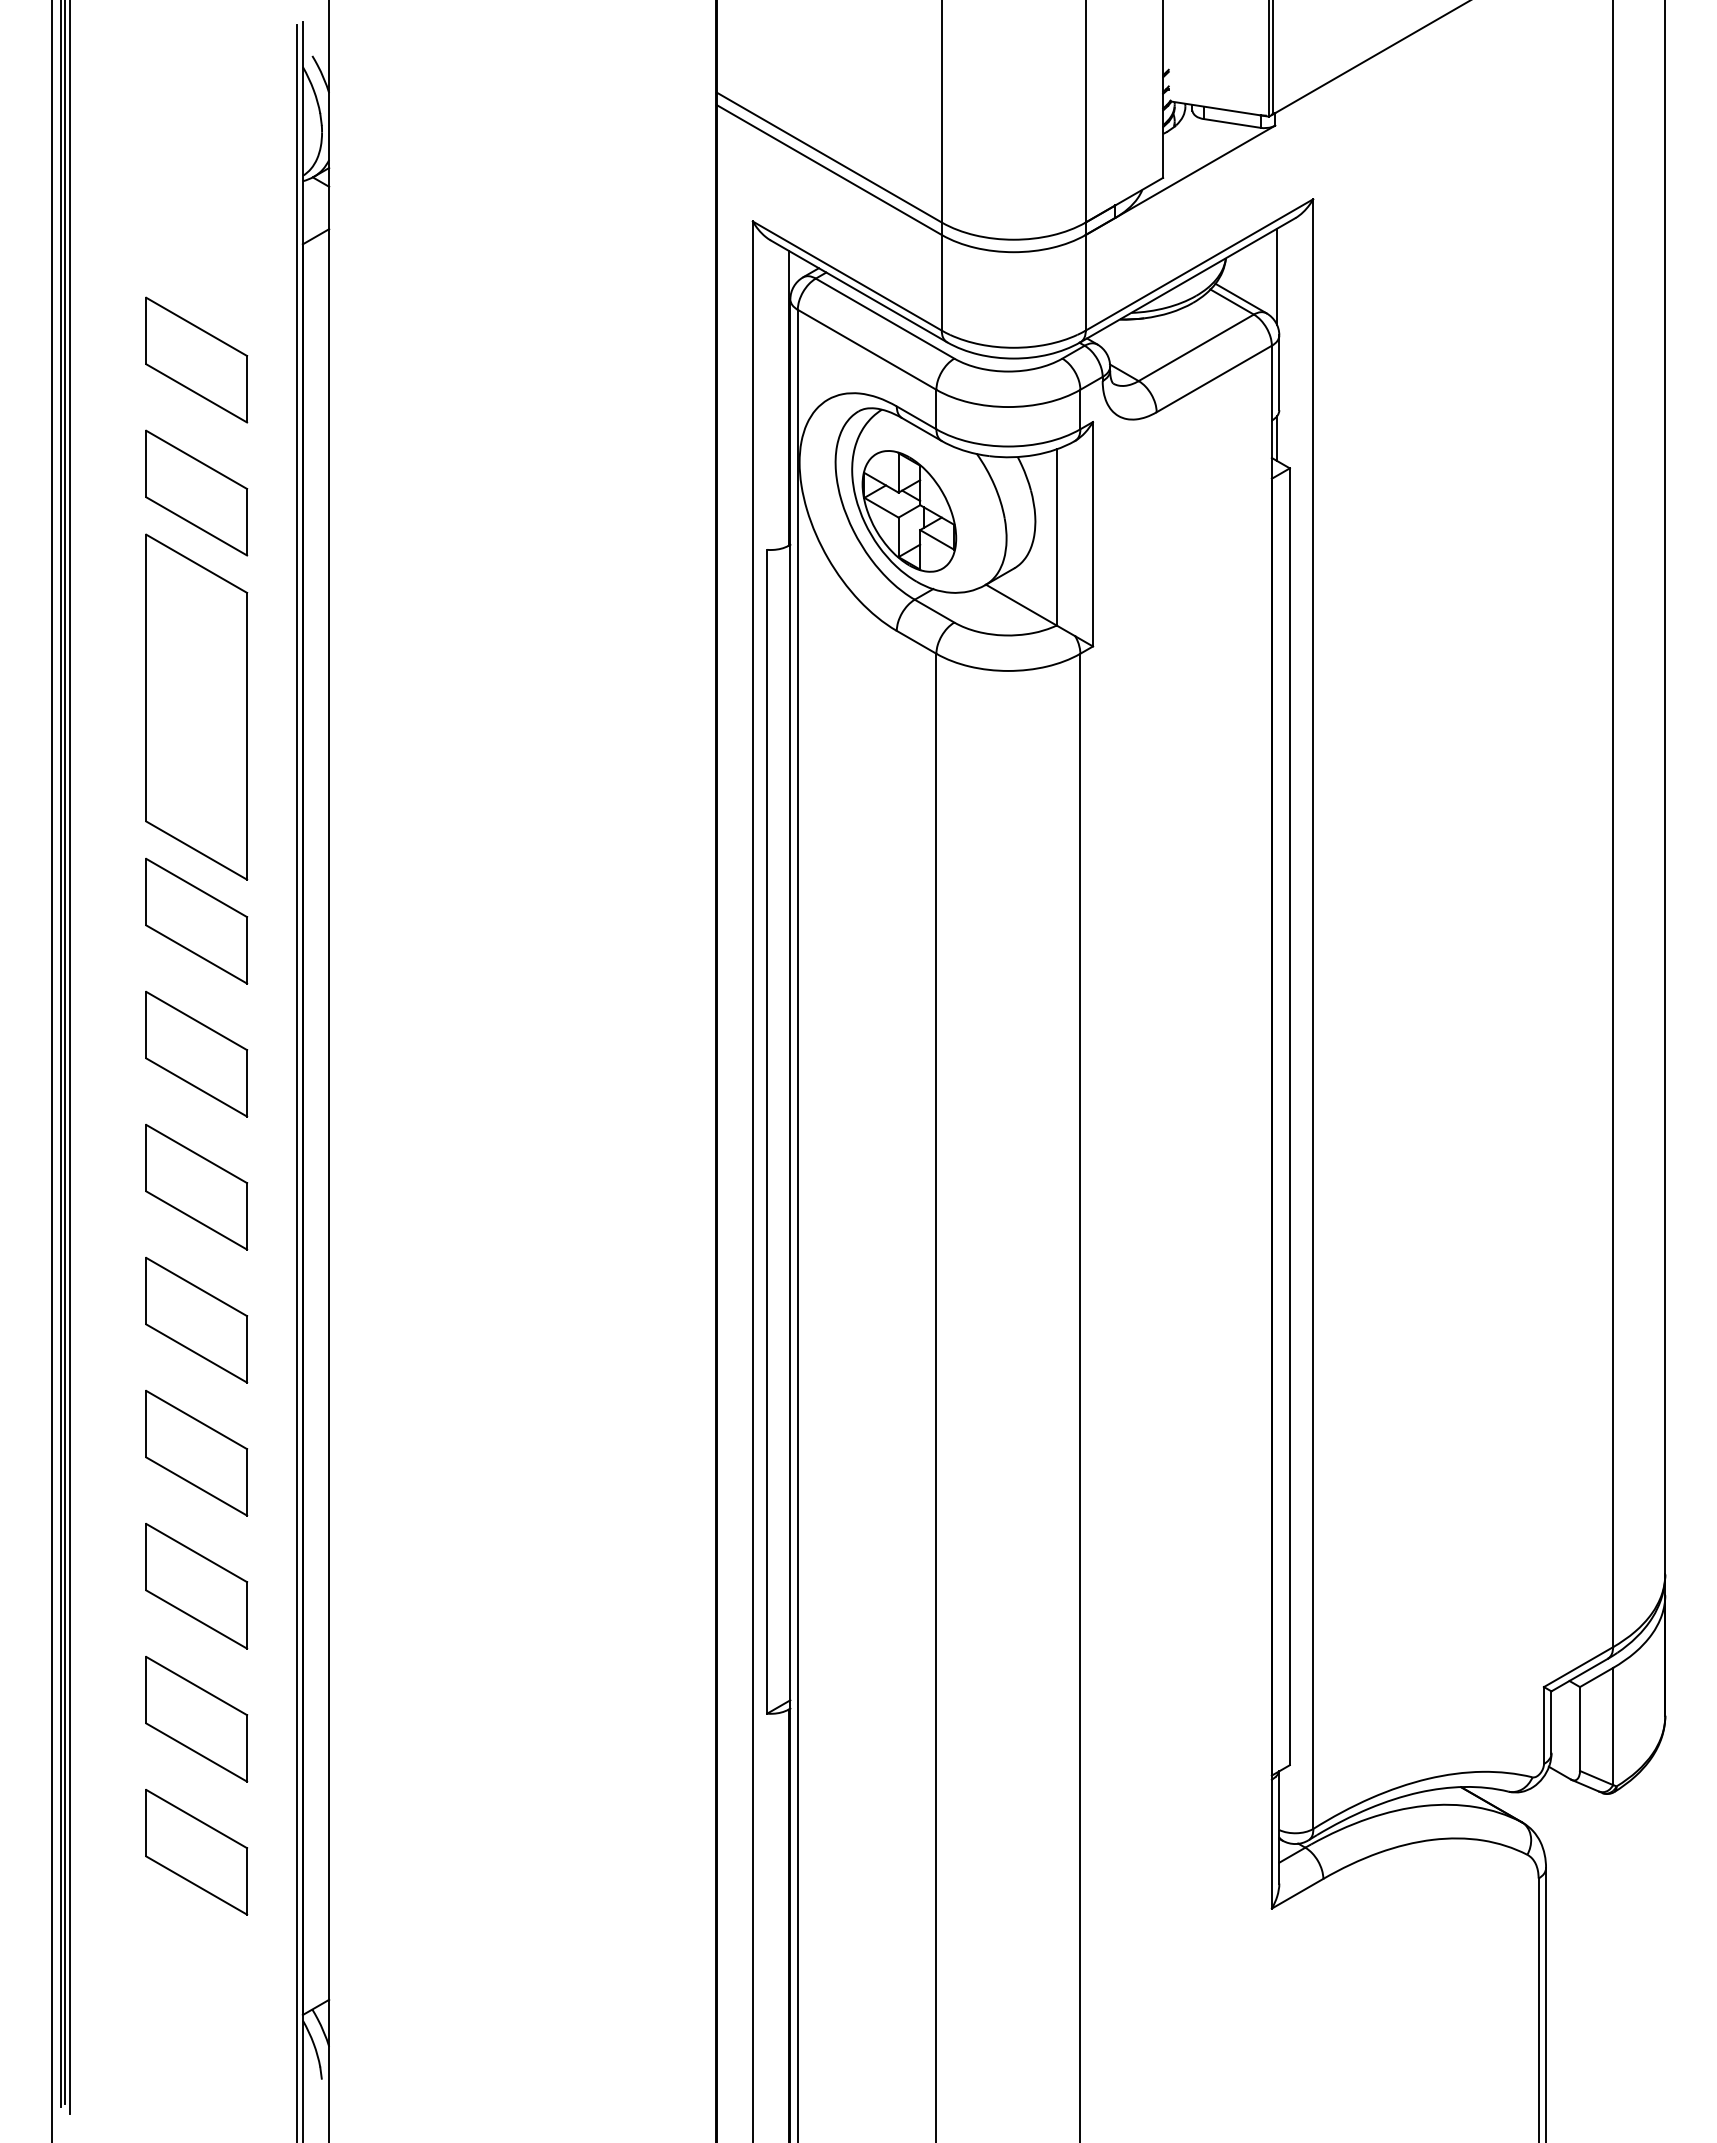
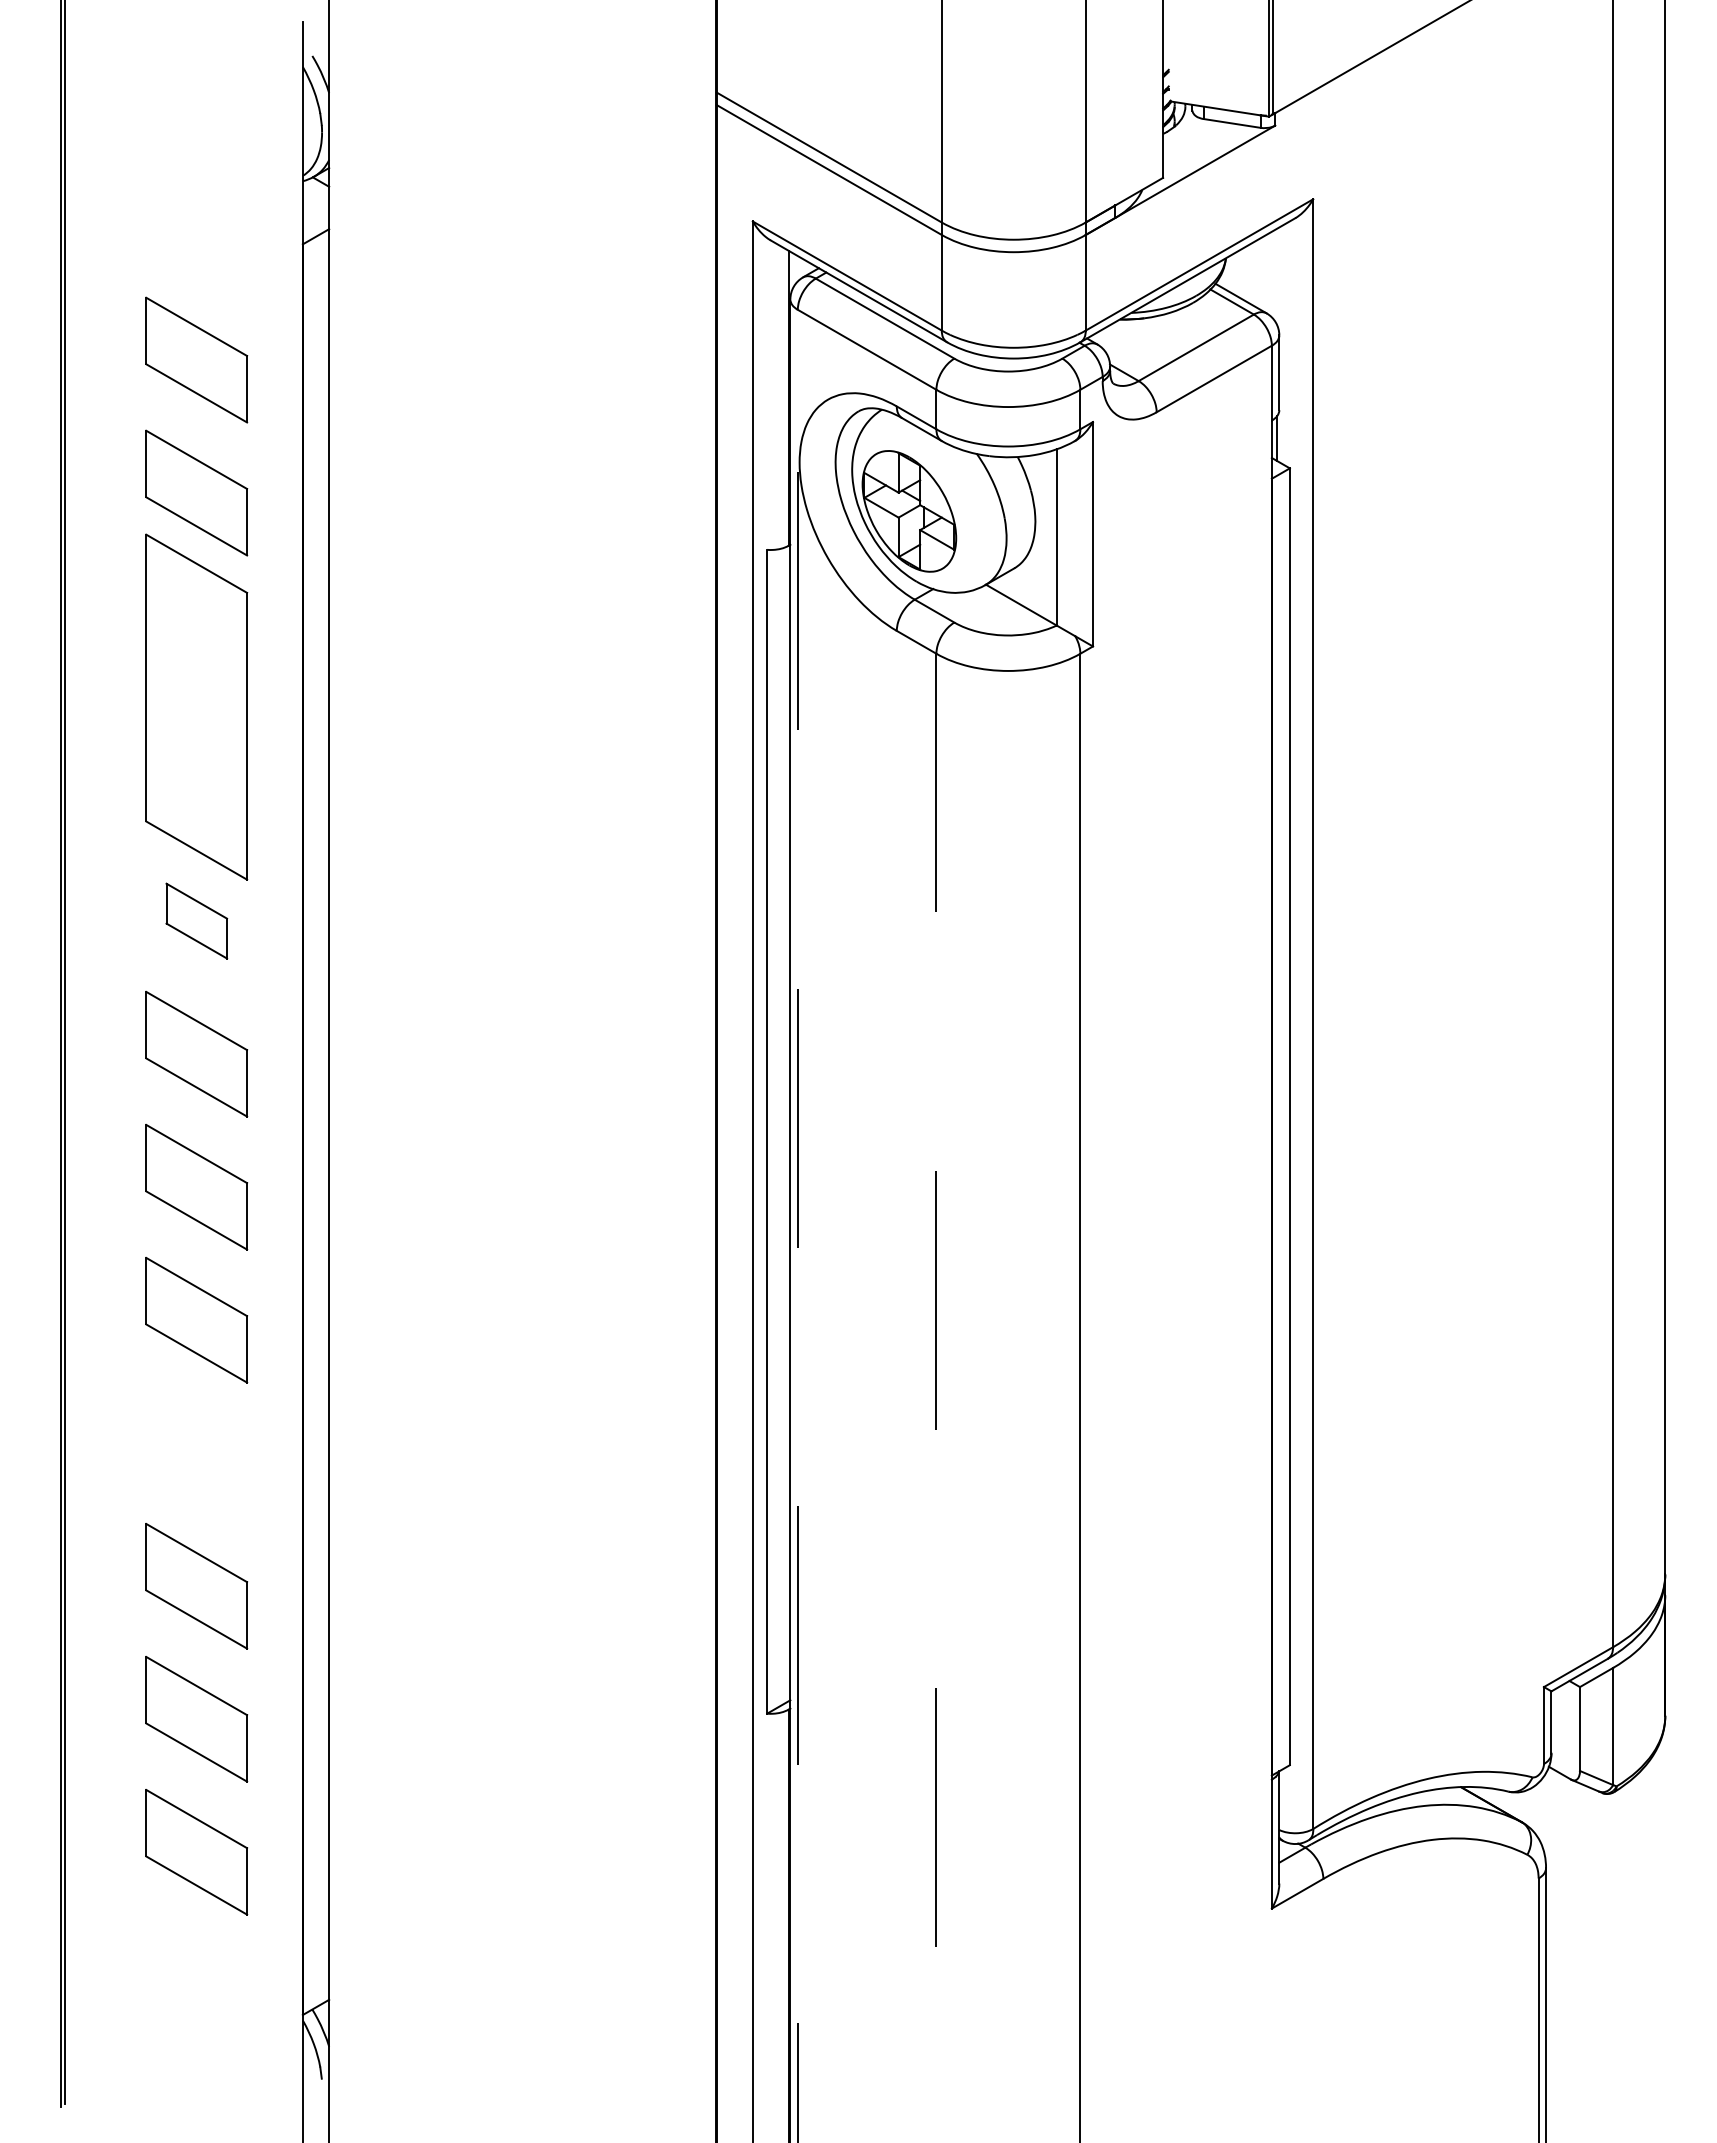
line at (1277, 276): present -> none
part at (196, 920) size: 104x128 px -> 64x78 px
line at (70, 1057): present -> none
line at (51, 1070): present -> none
line at (297, 1082): present -> none
line at (797, 1225): solid -> dashed
line at (936, 1398): solid -> dashed
part at (196, 1453): present -> none
